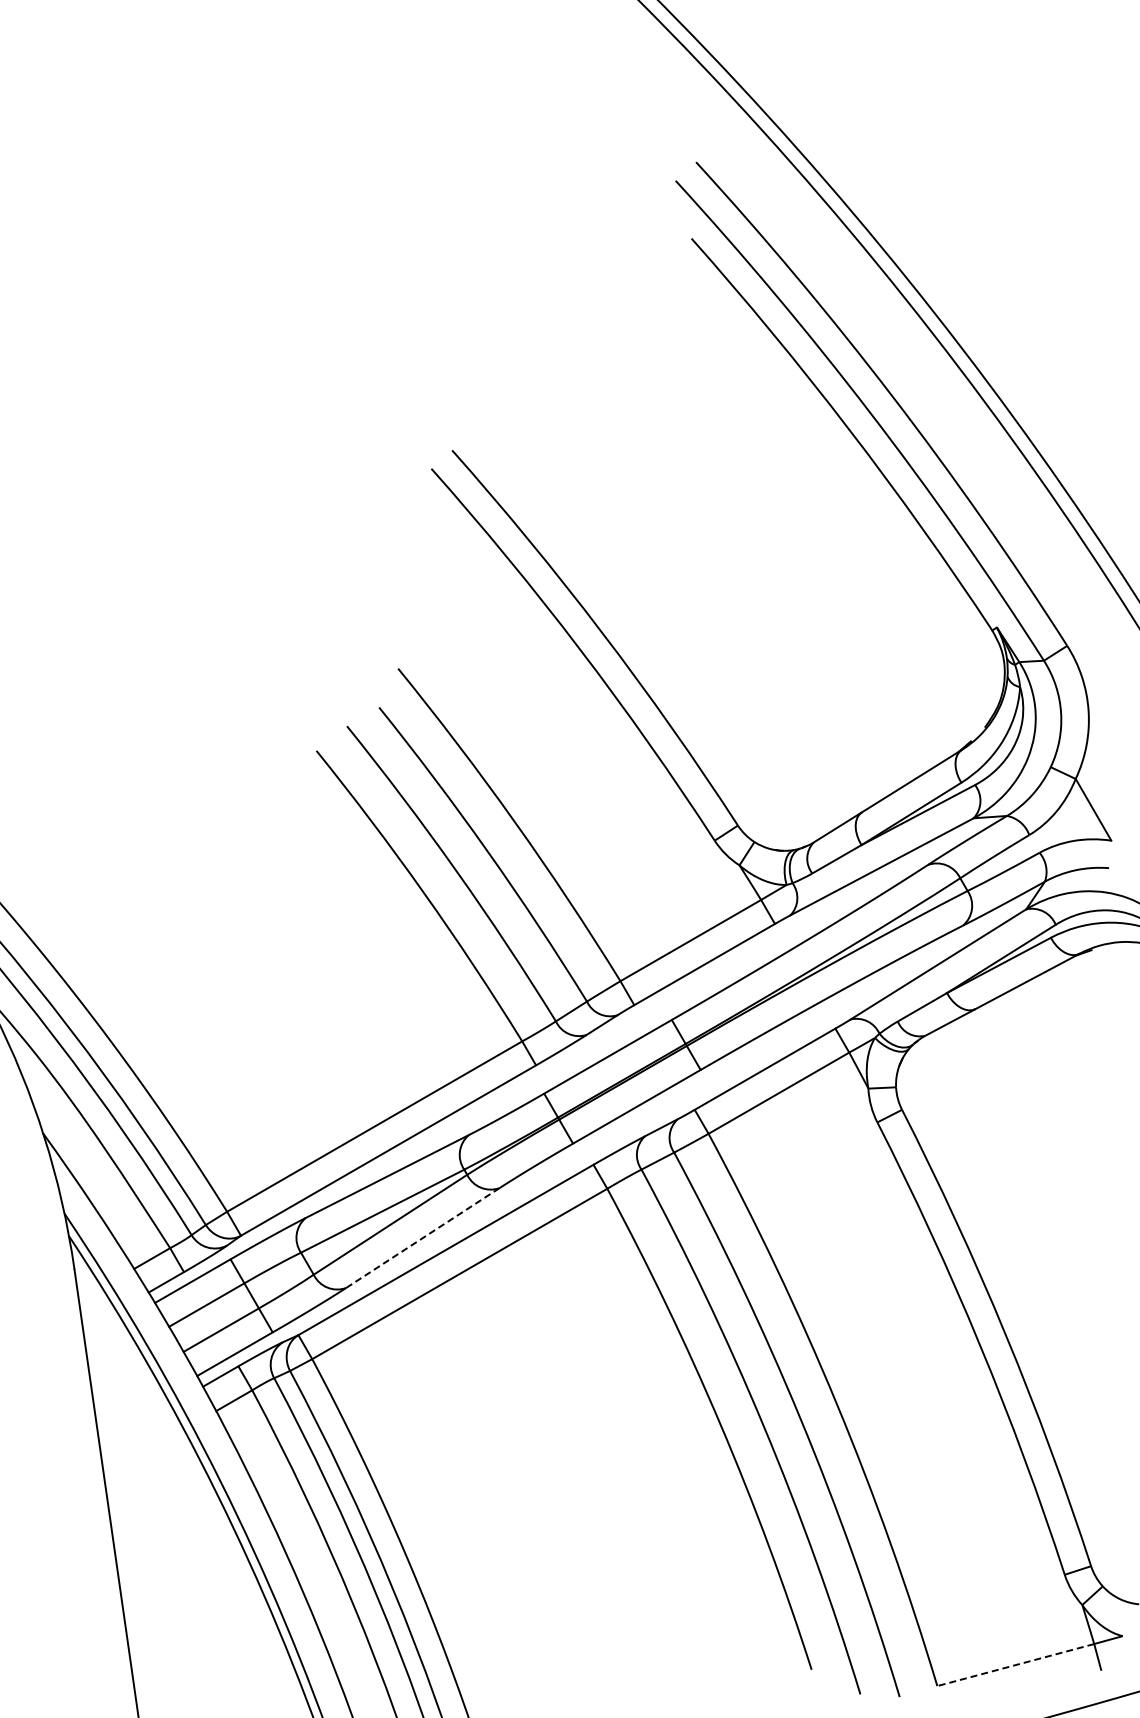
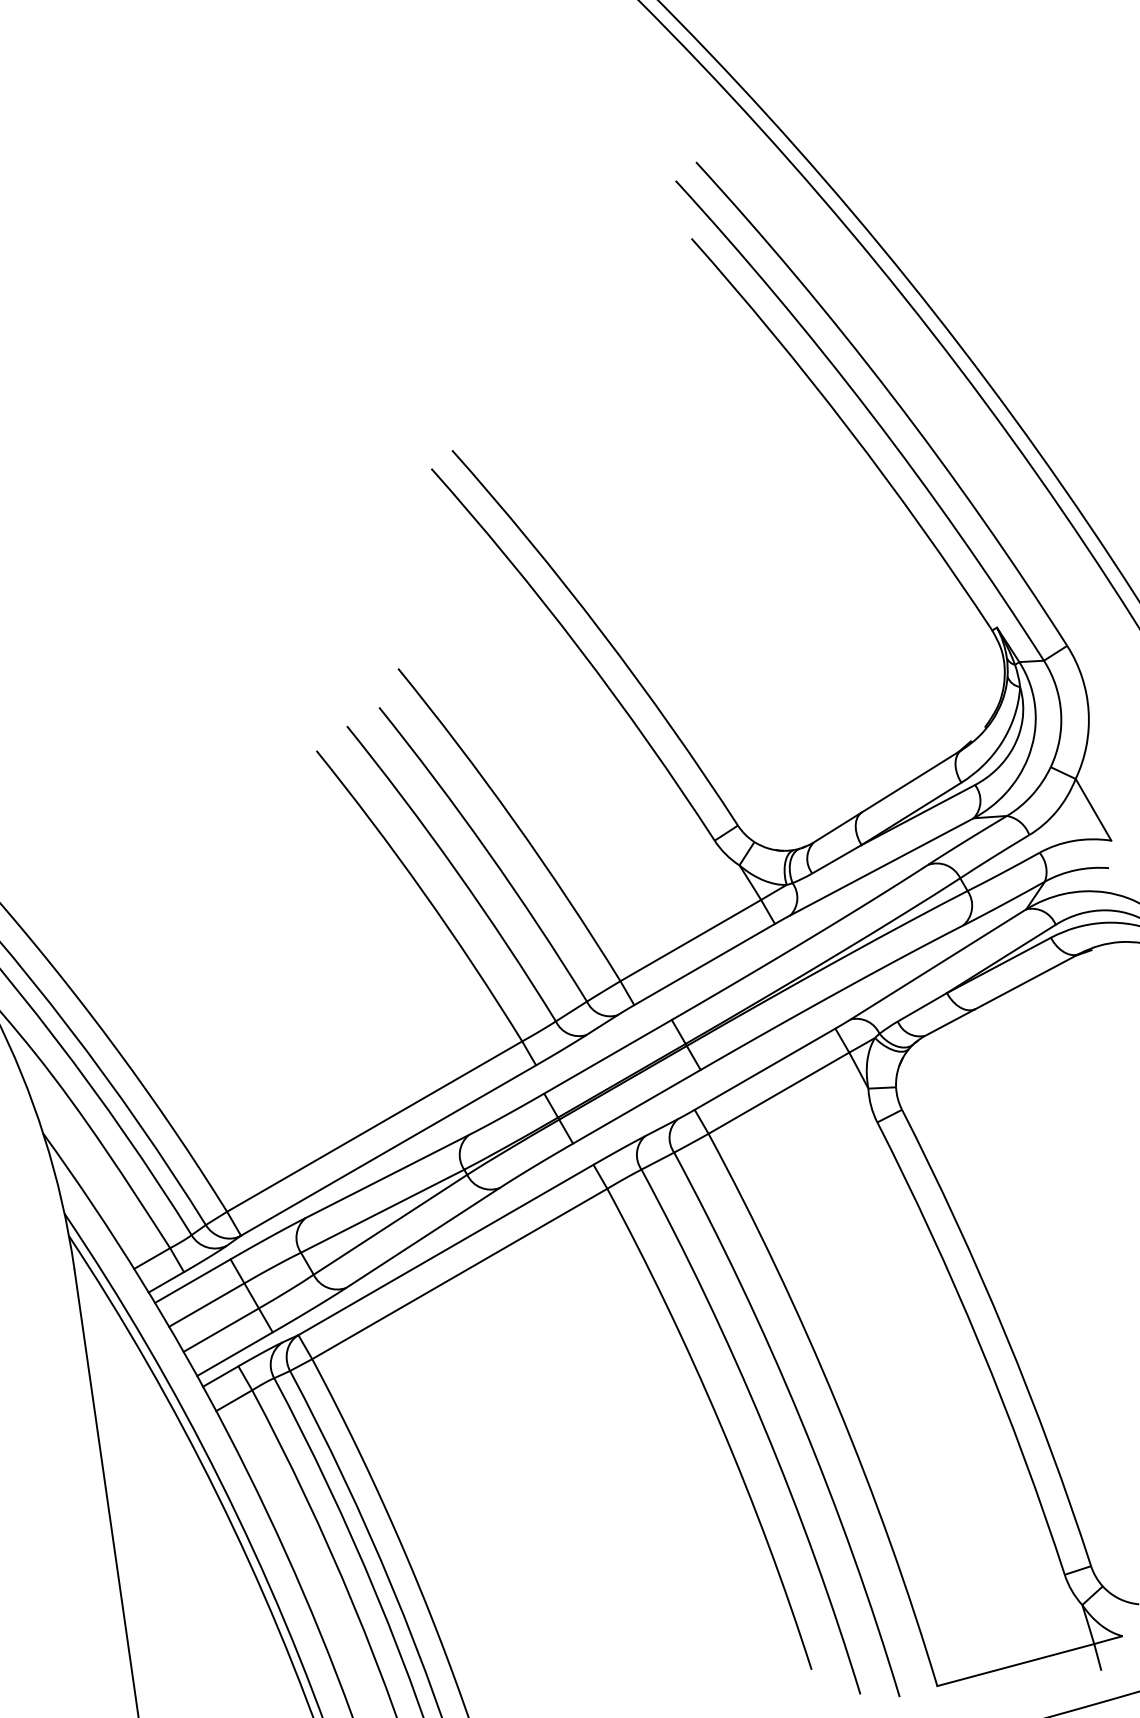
line at (422, 1238): dashed -> solid
line at (1015, 1665): dashed -> solid
